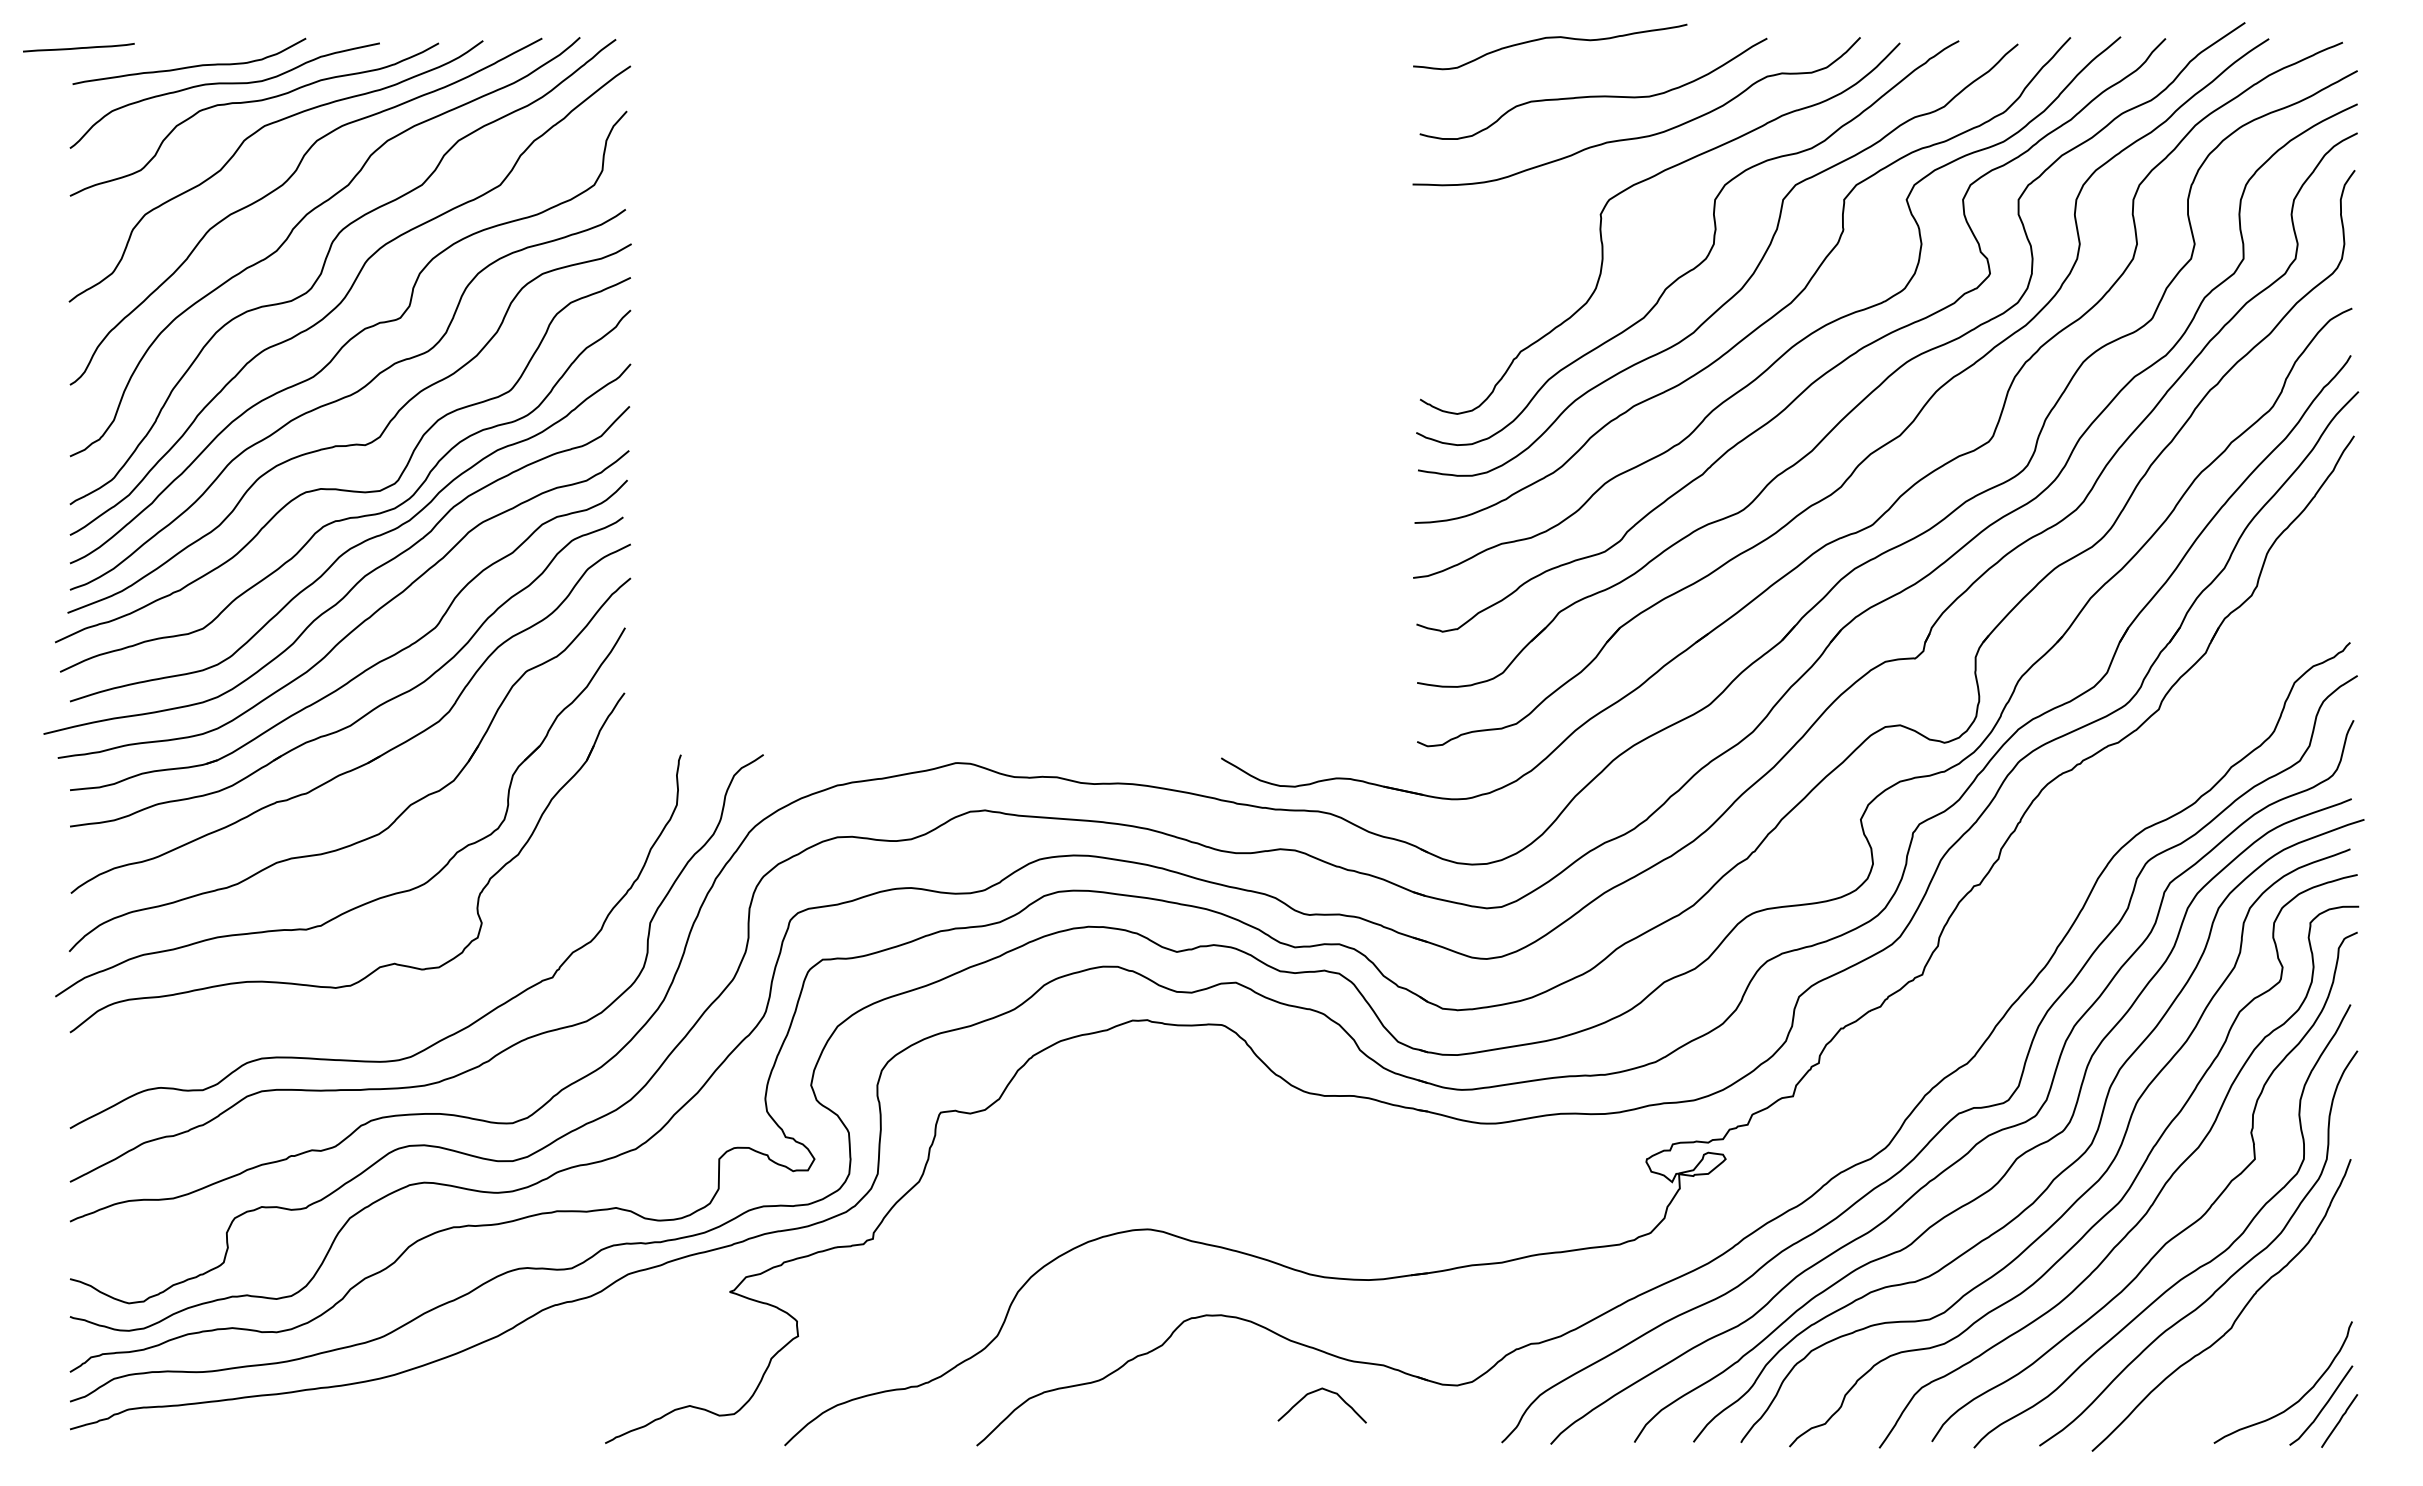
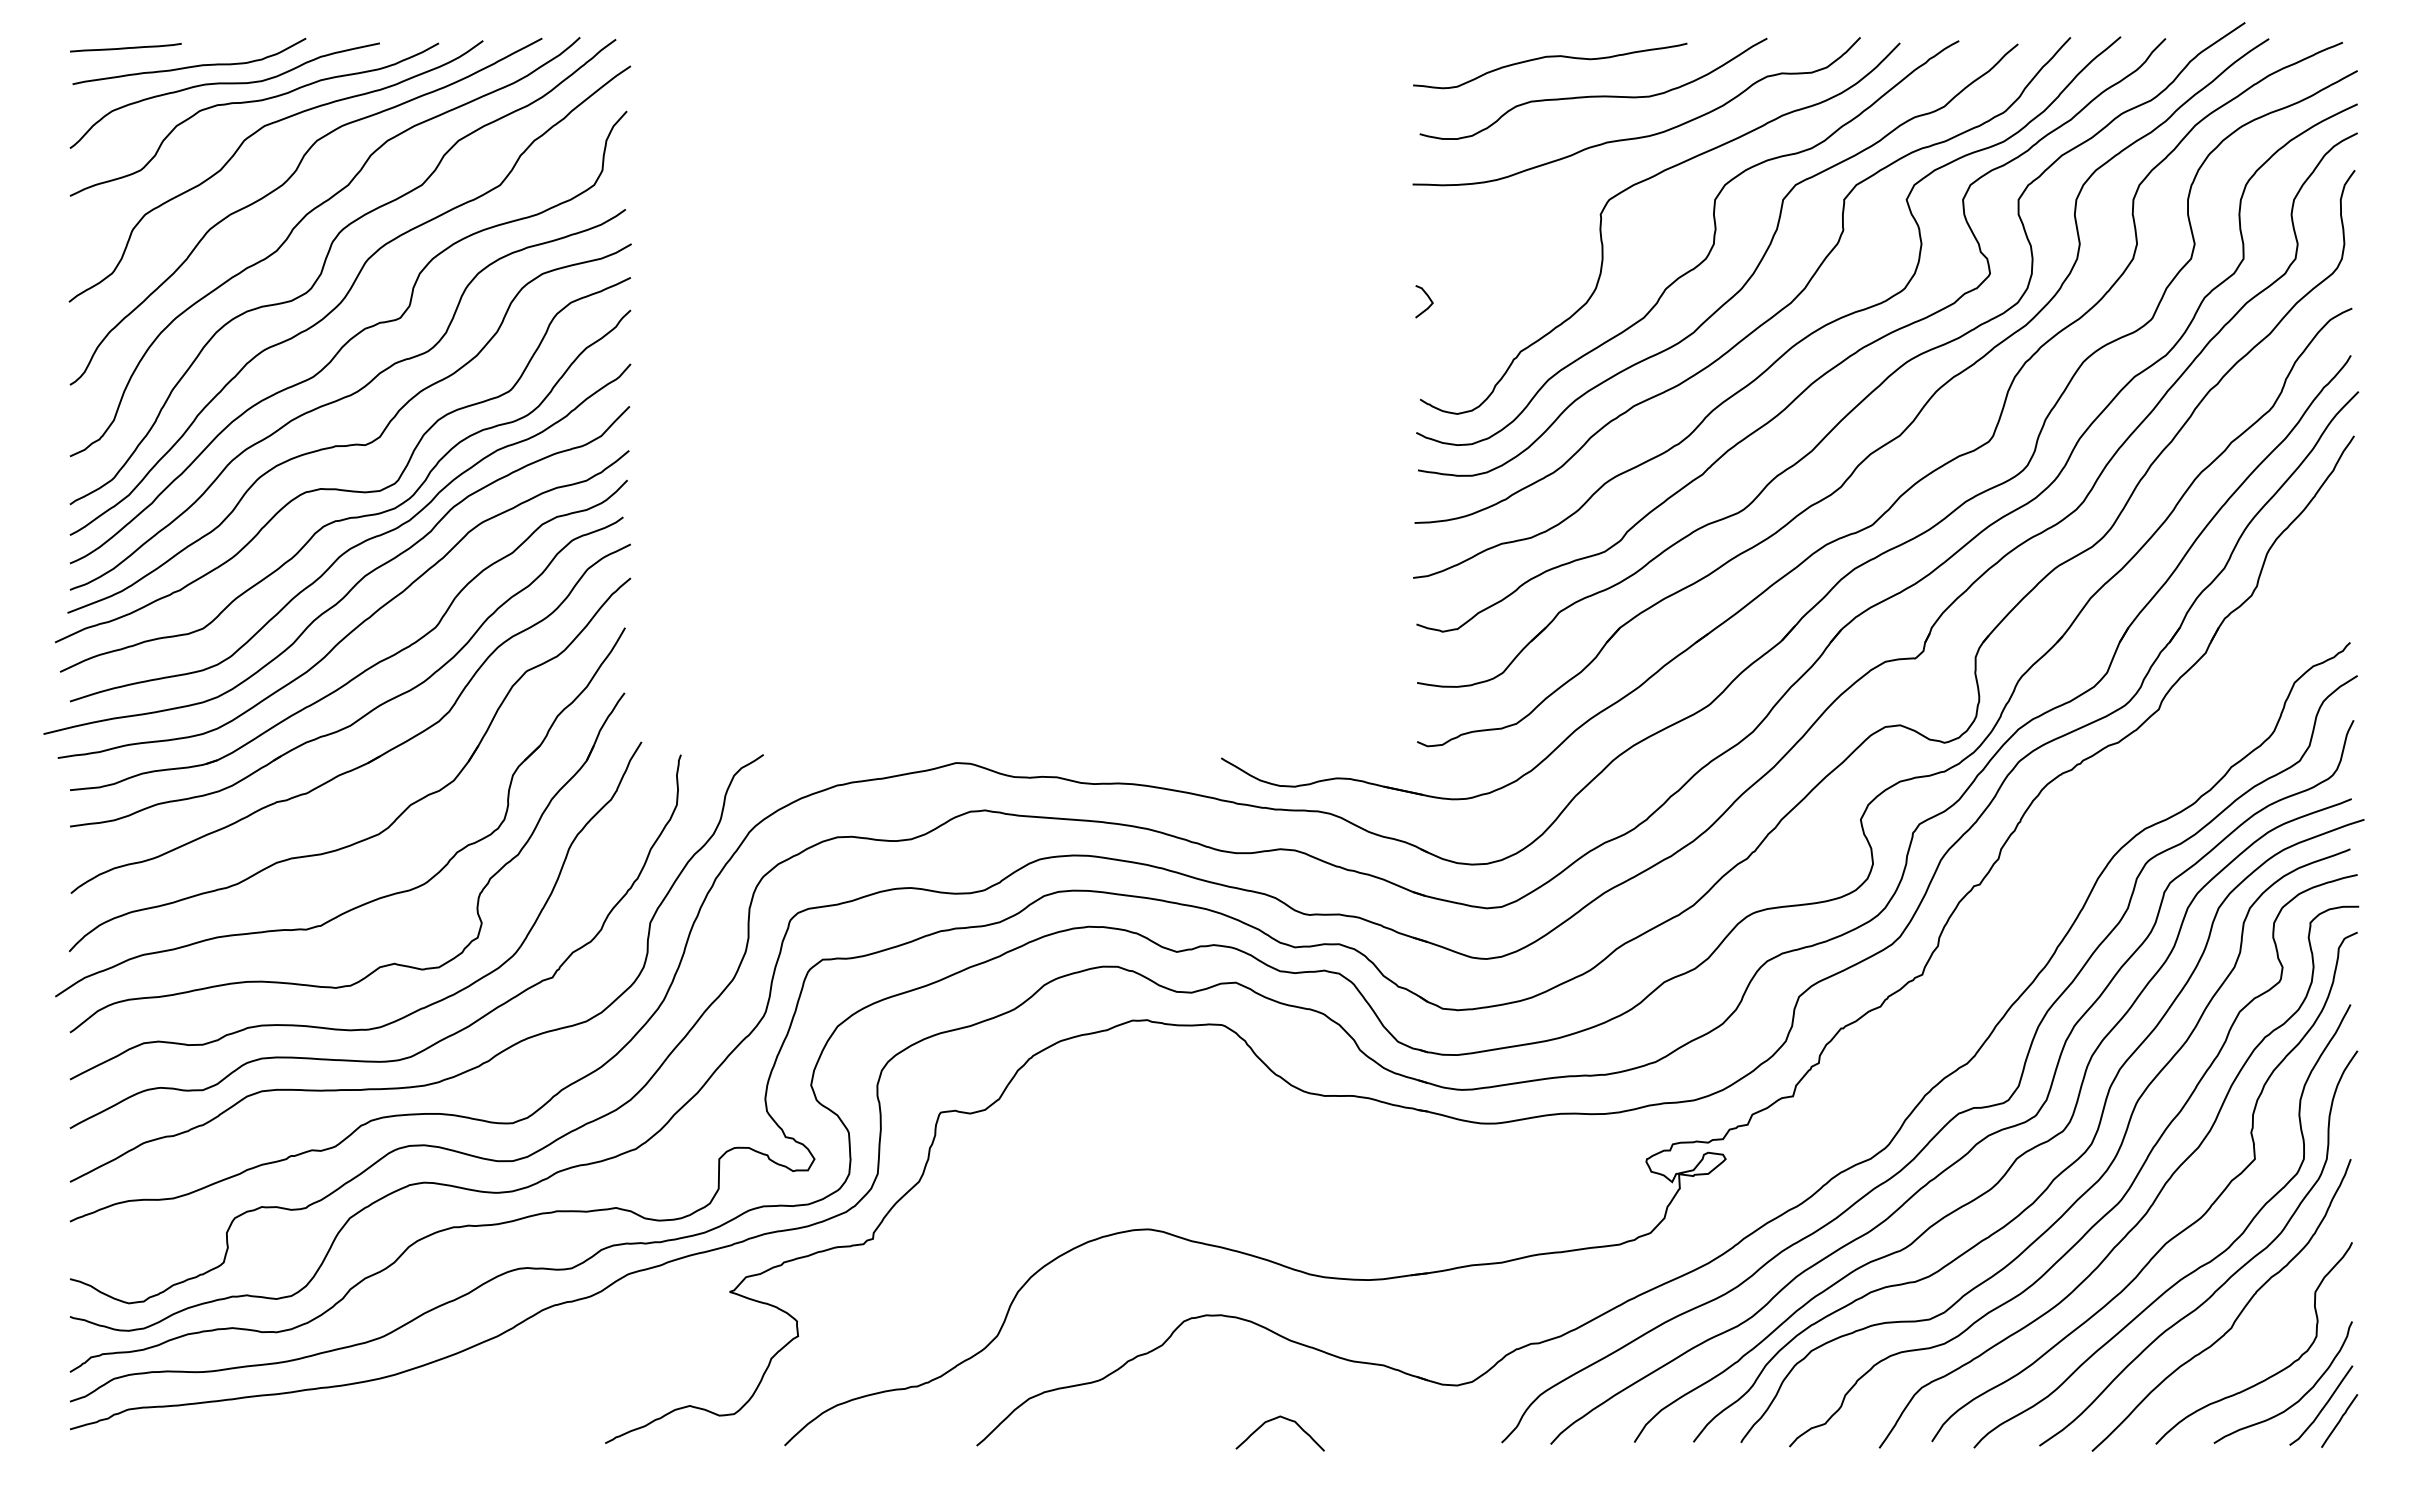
curve at (1550, 38) position: (1550, 38) -> (1550, 57)
line at (78, 47) position: (78, 47) -> (125, 47)
curve at (1428, 298): none -> present
curve at (398, 1018): none -> present
curve at (2274, 1373): none -> present
curve at (1315, 1392) position: (1315, 1392) -> (1273, 1420)
